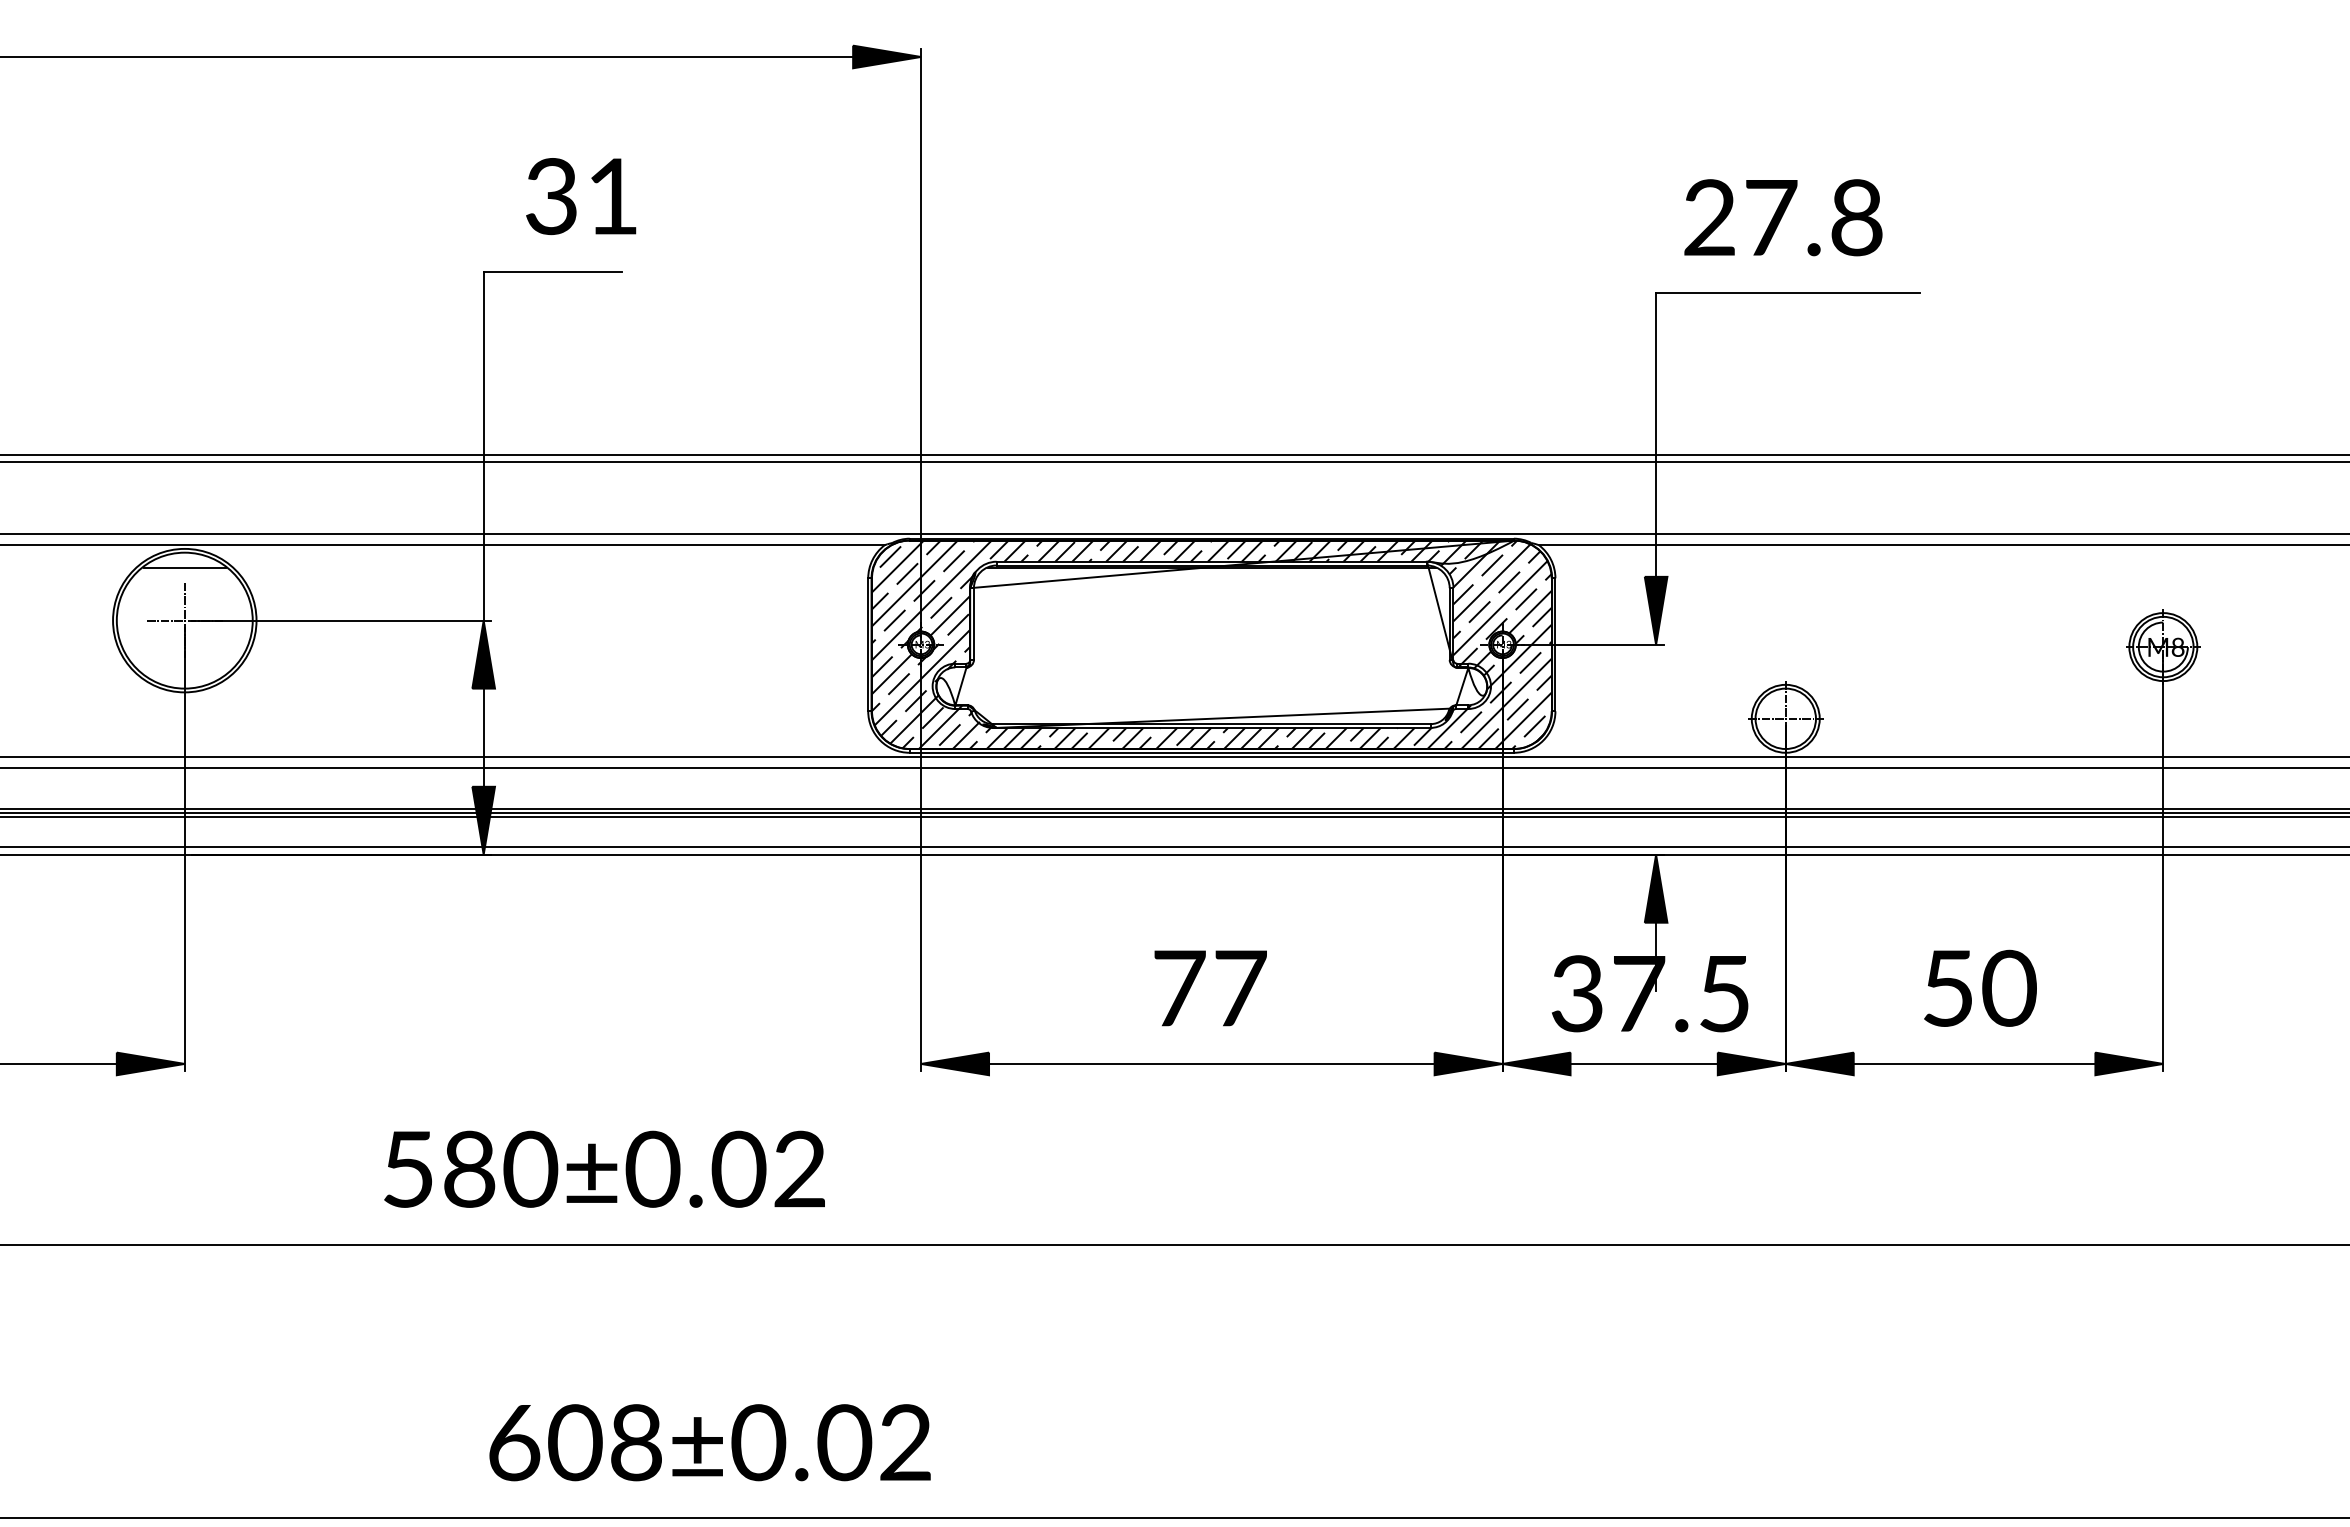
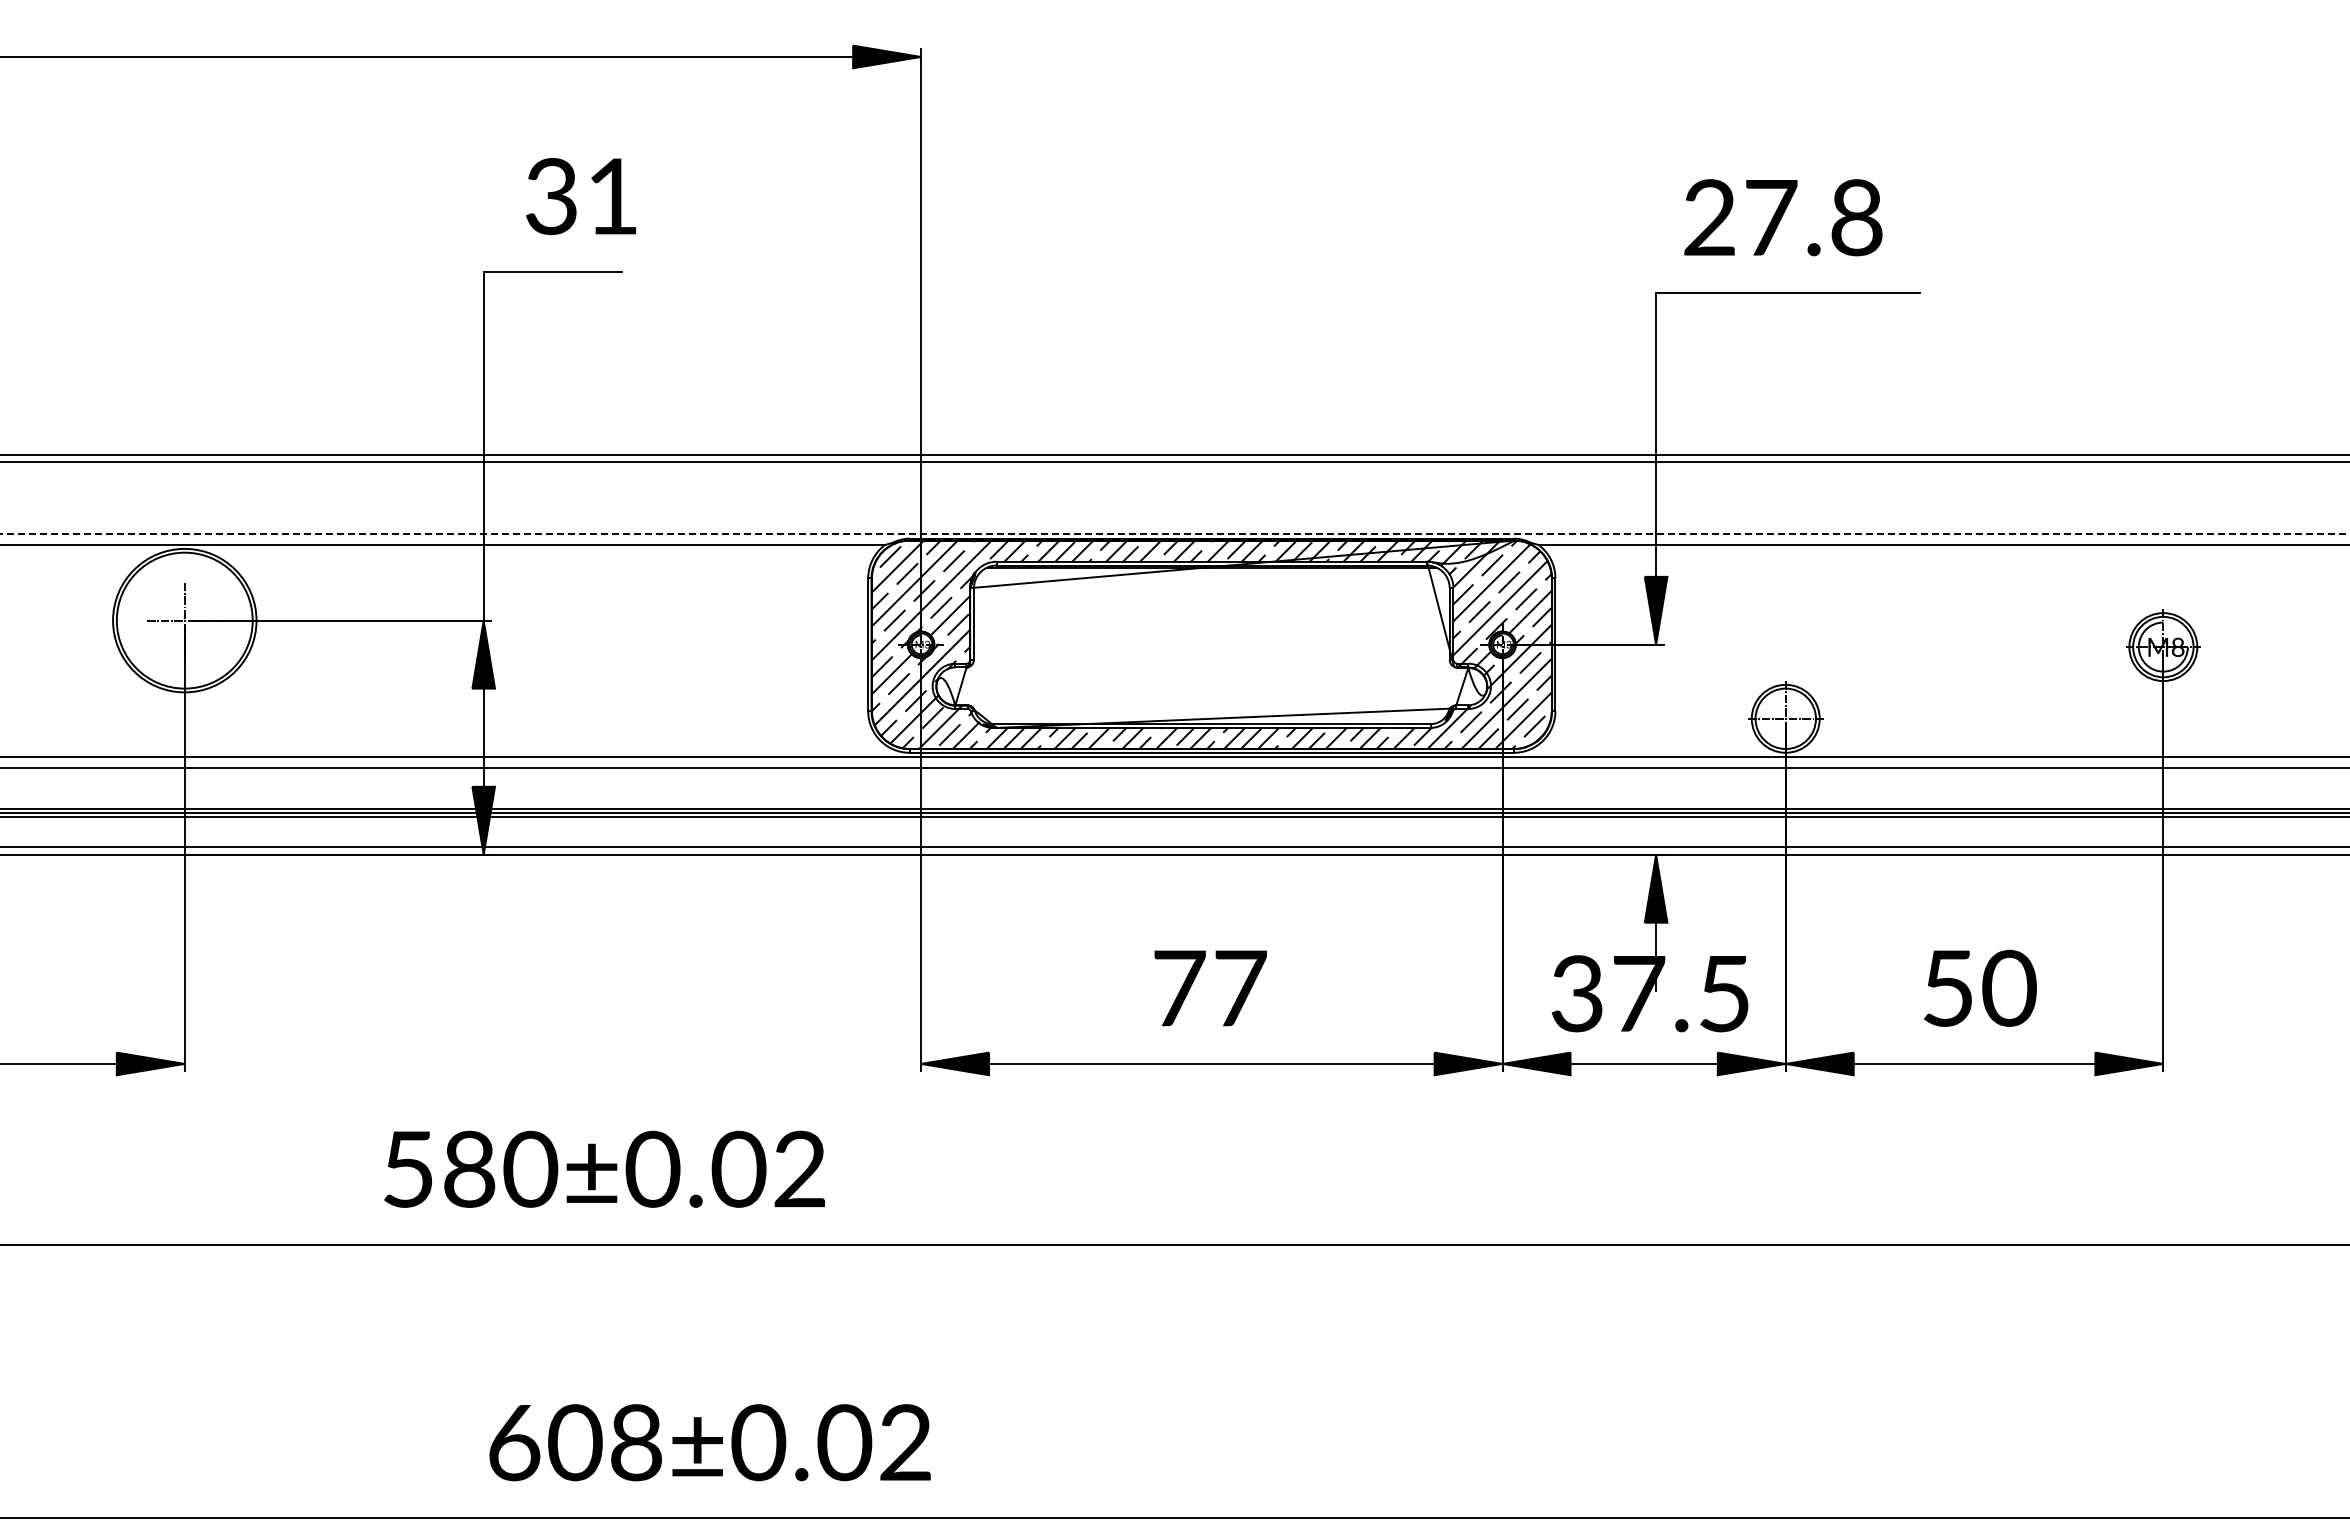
line at (1174, 533): solid -> dashed
line at (184, 567): present -> none
